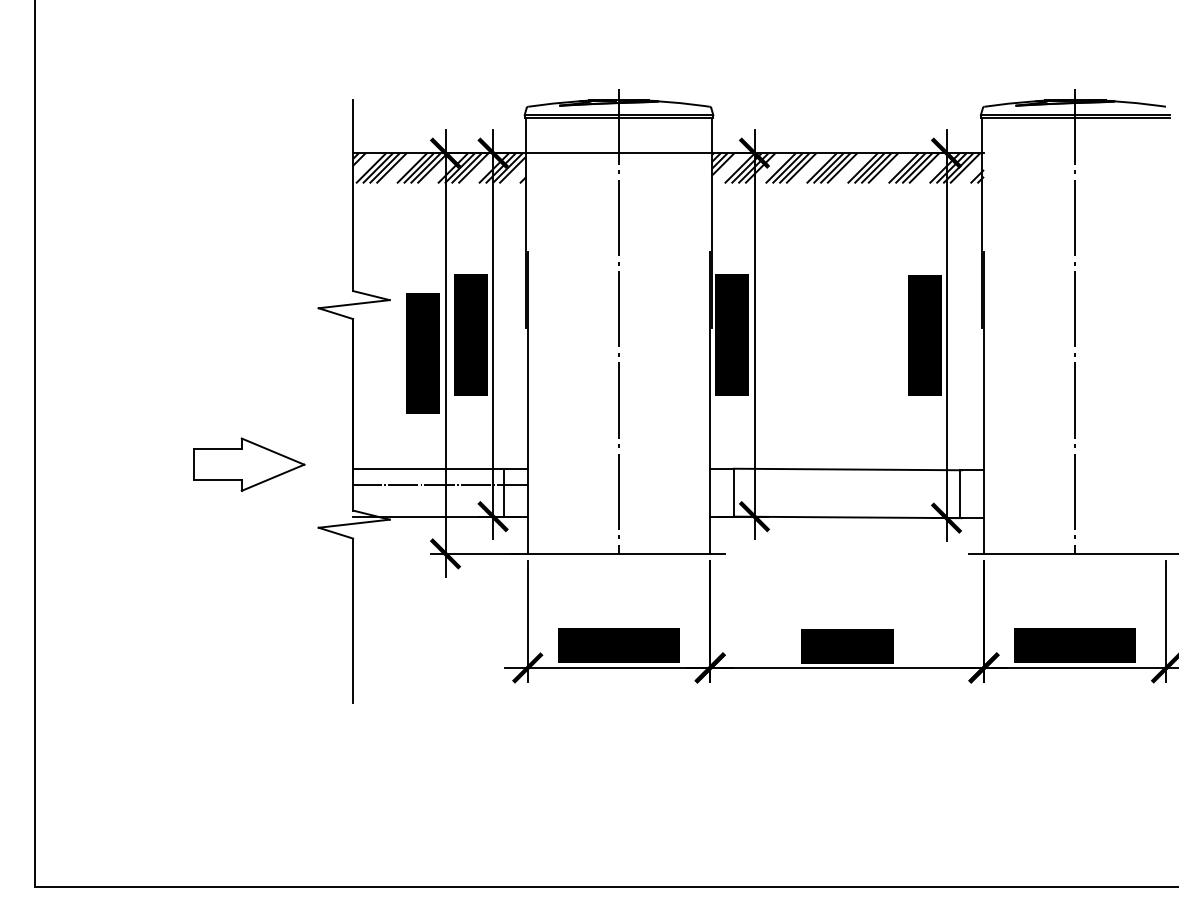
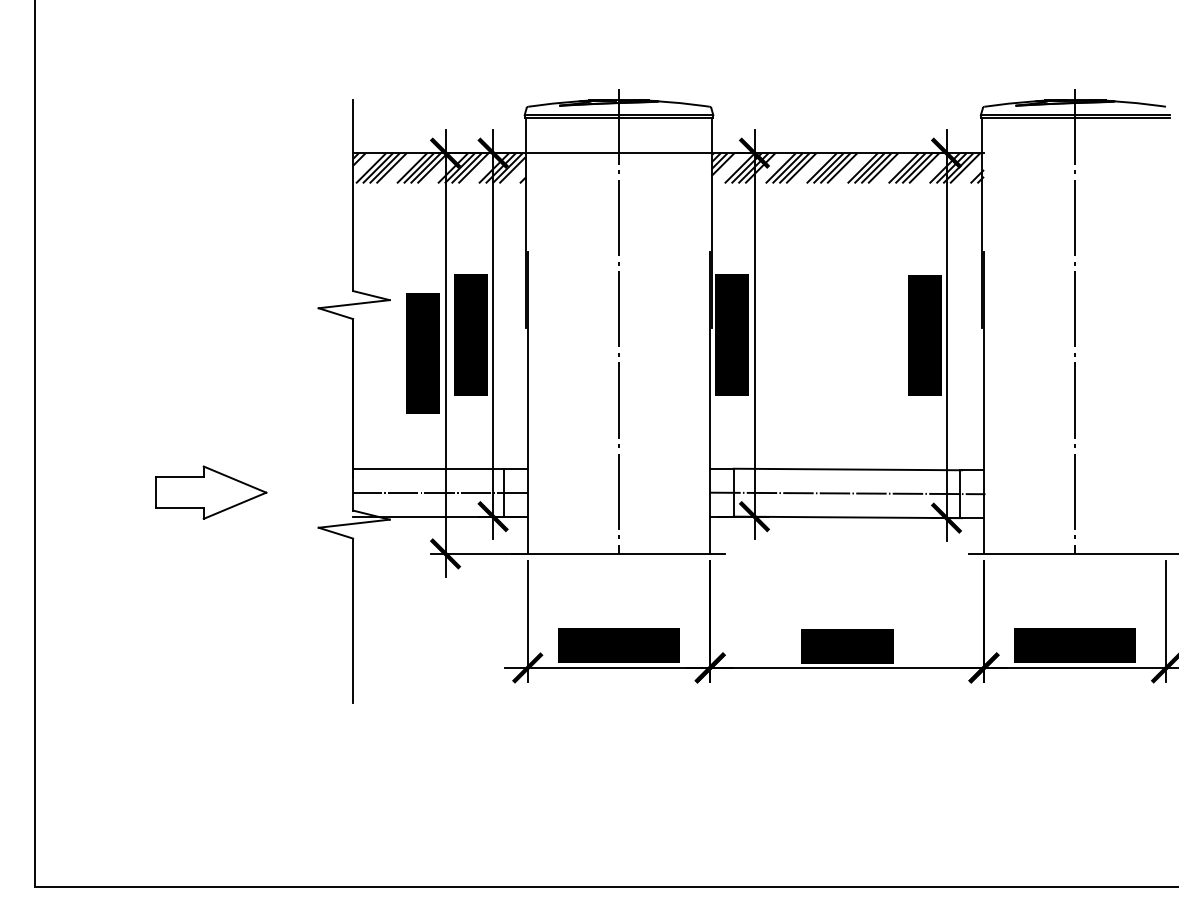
part at (249, 464) position: (249, 464) -> (211, 492)
line at (440, 484) position: (440, 484) -> (440, 492)
line at (847, 493): none -> present
